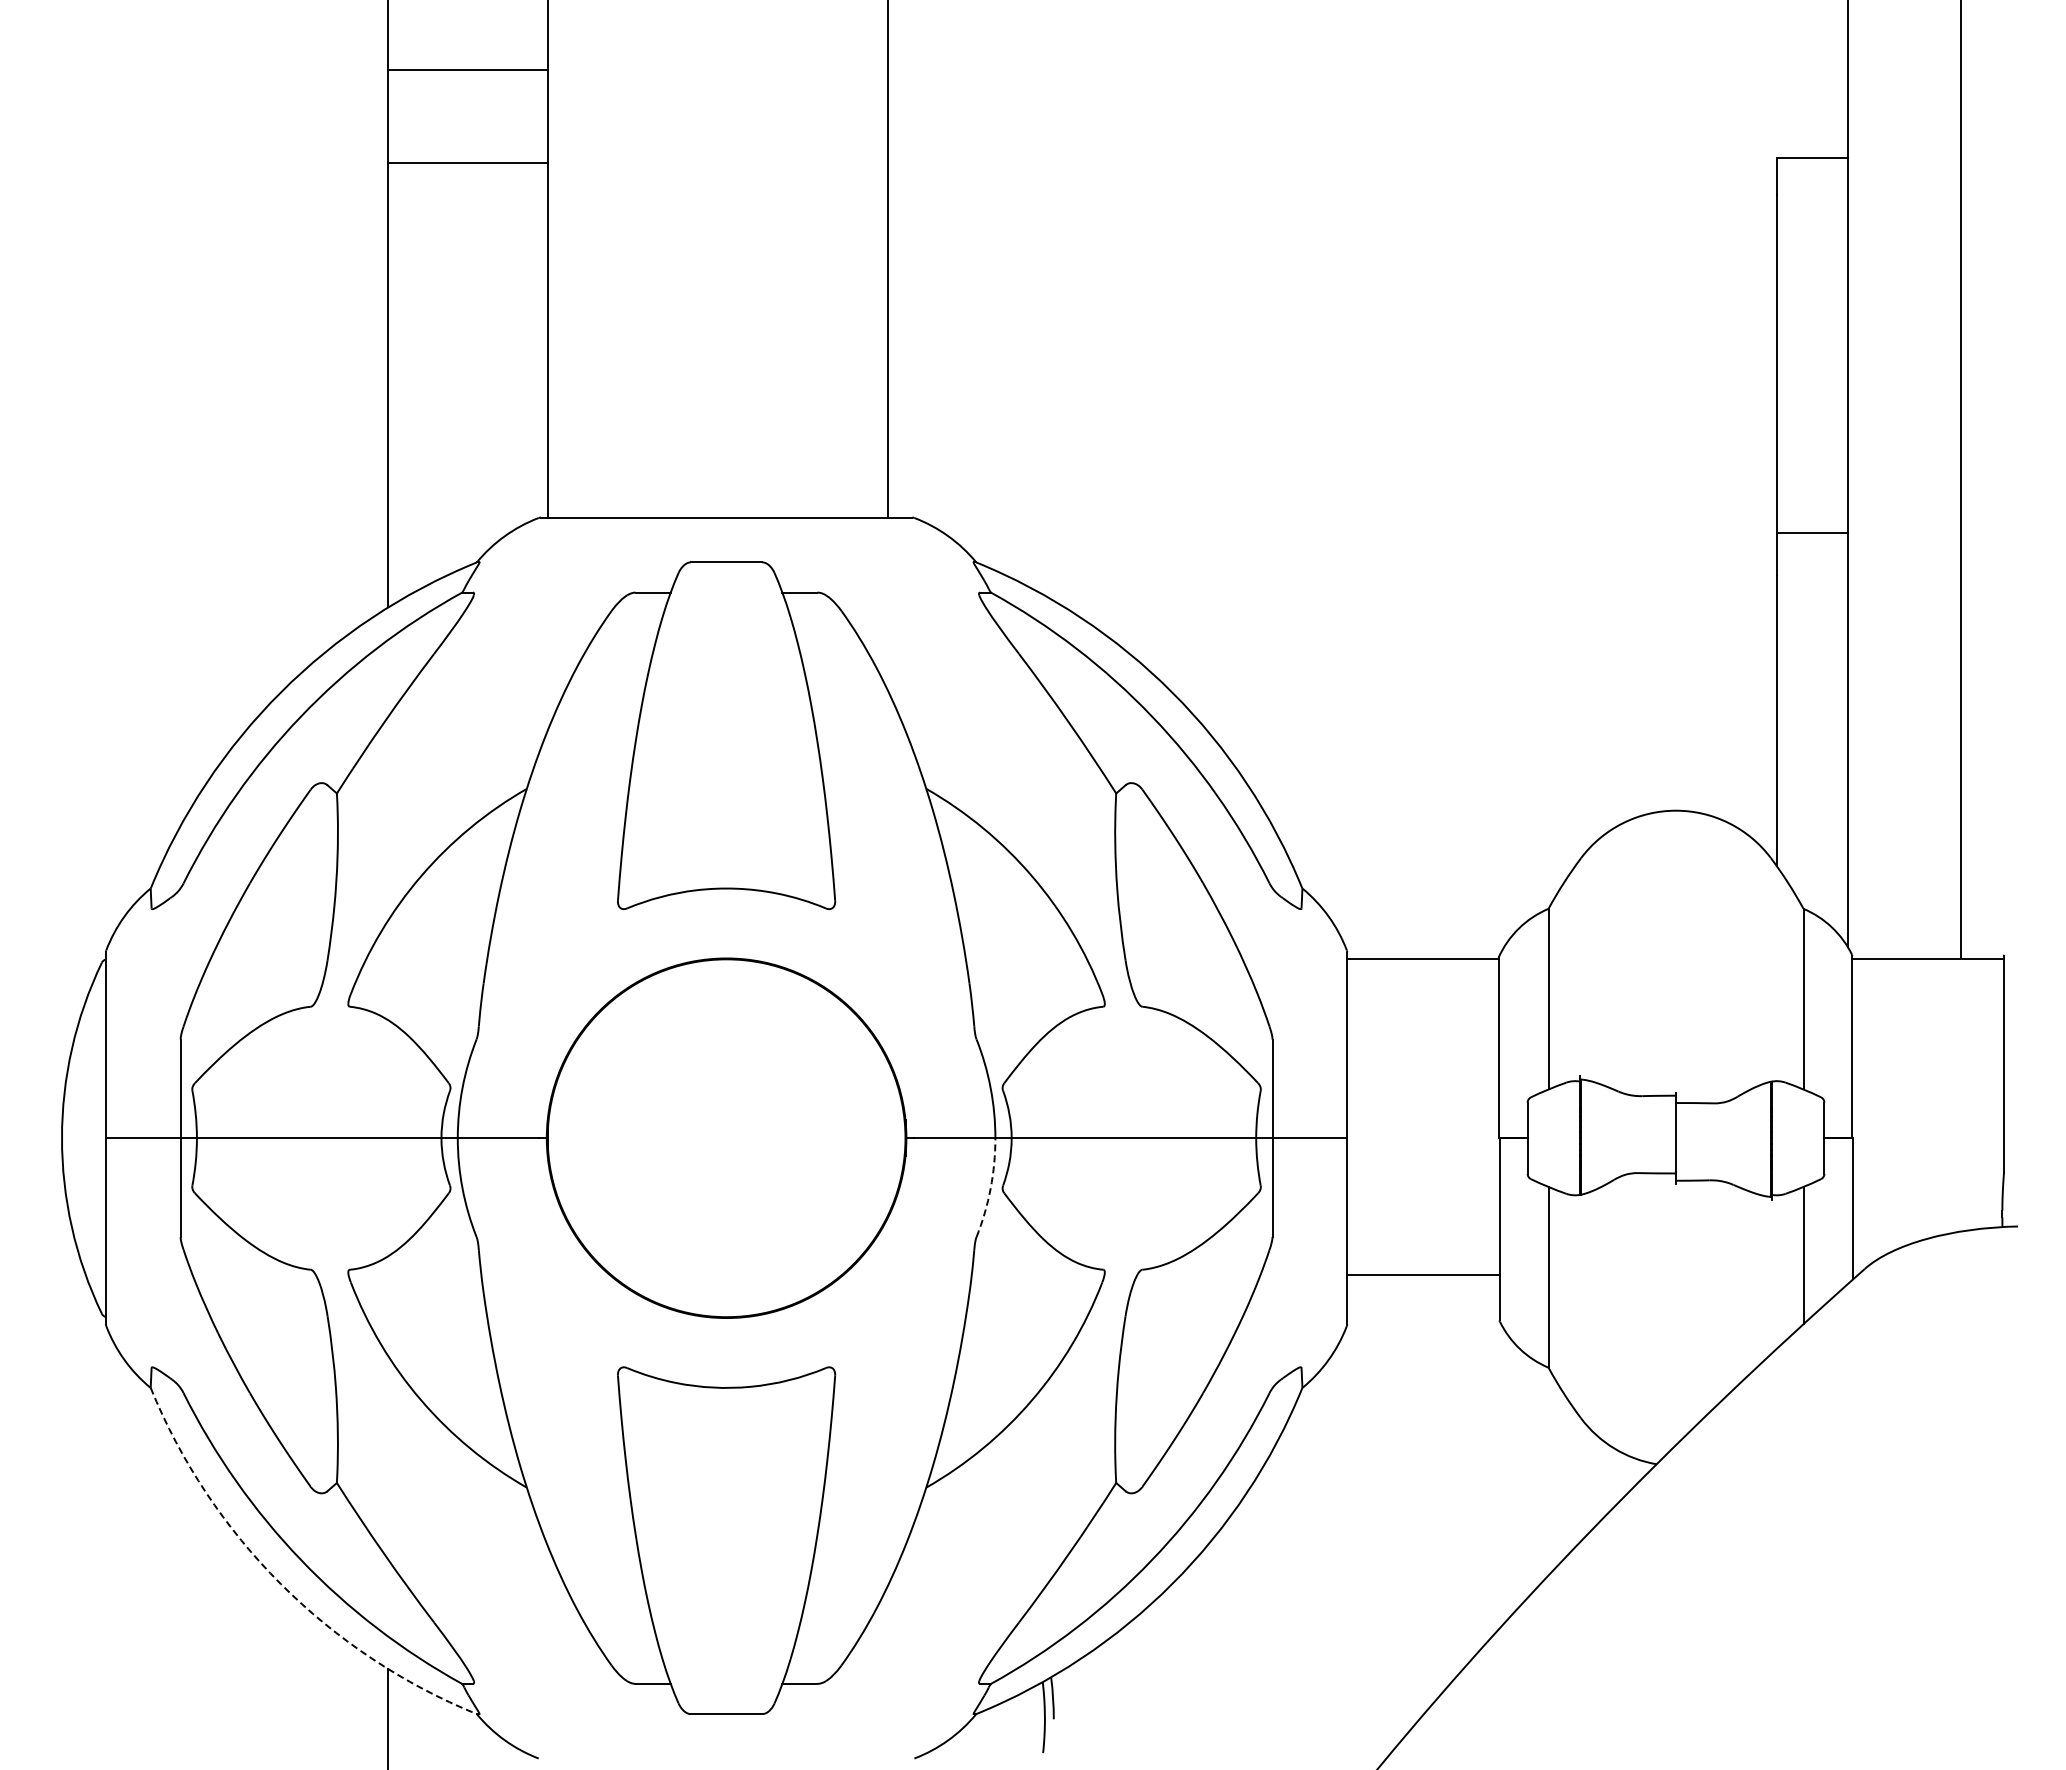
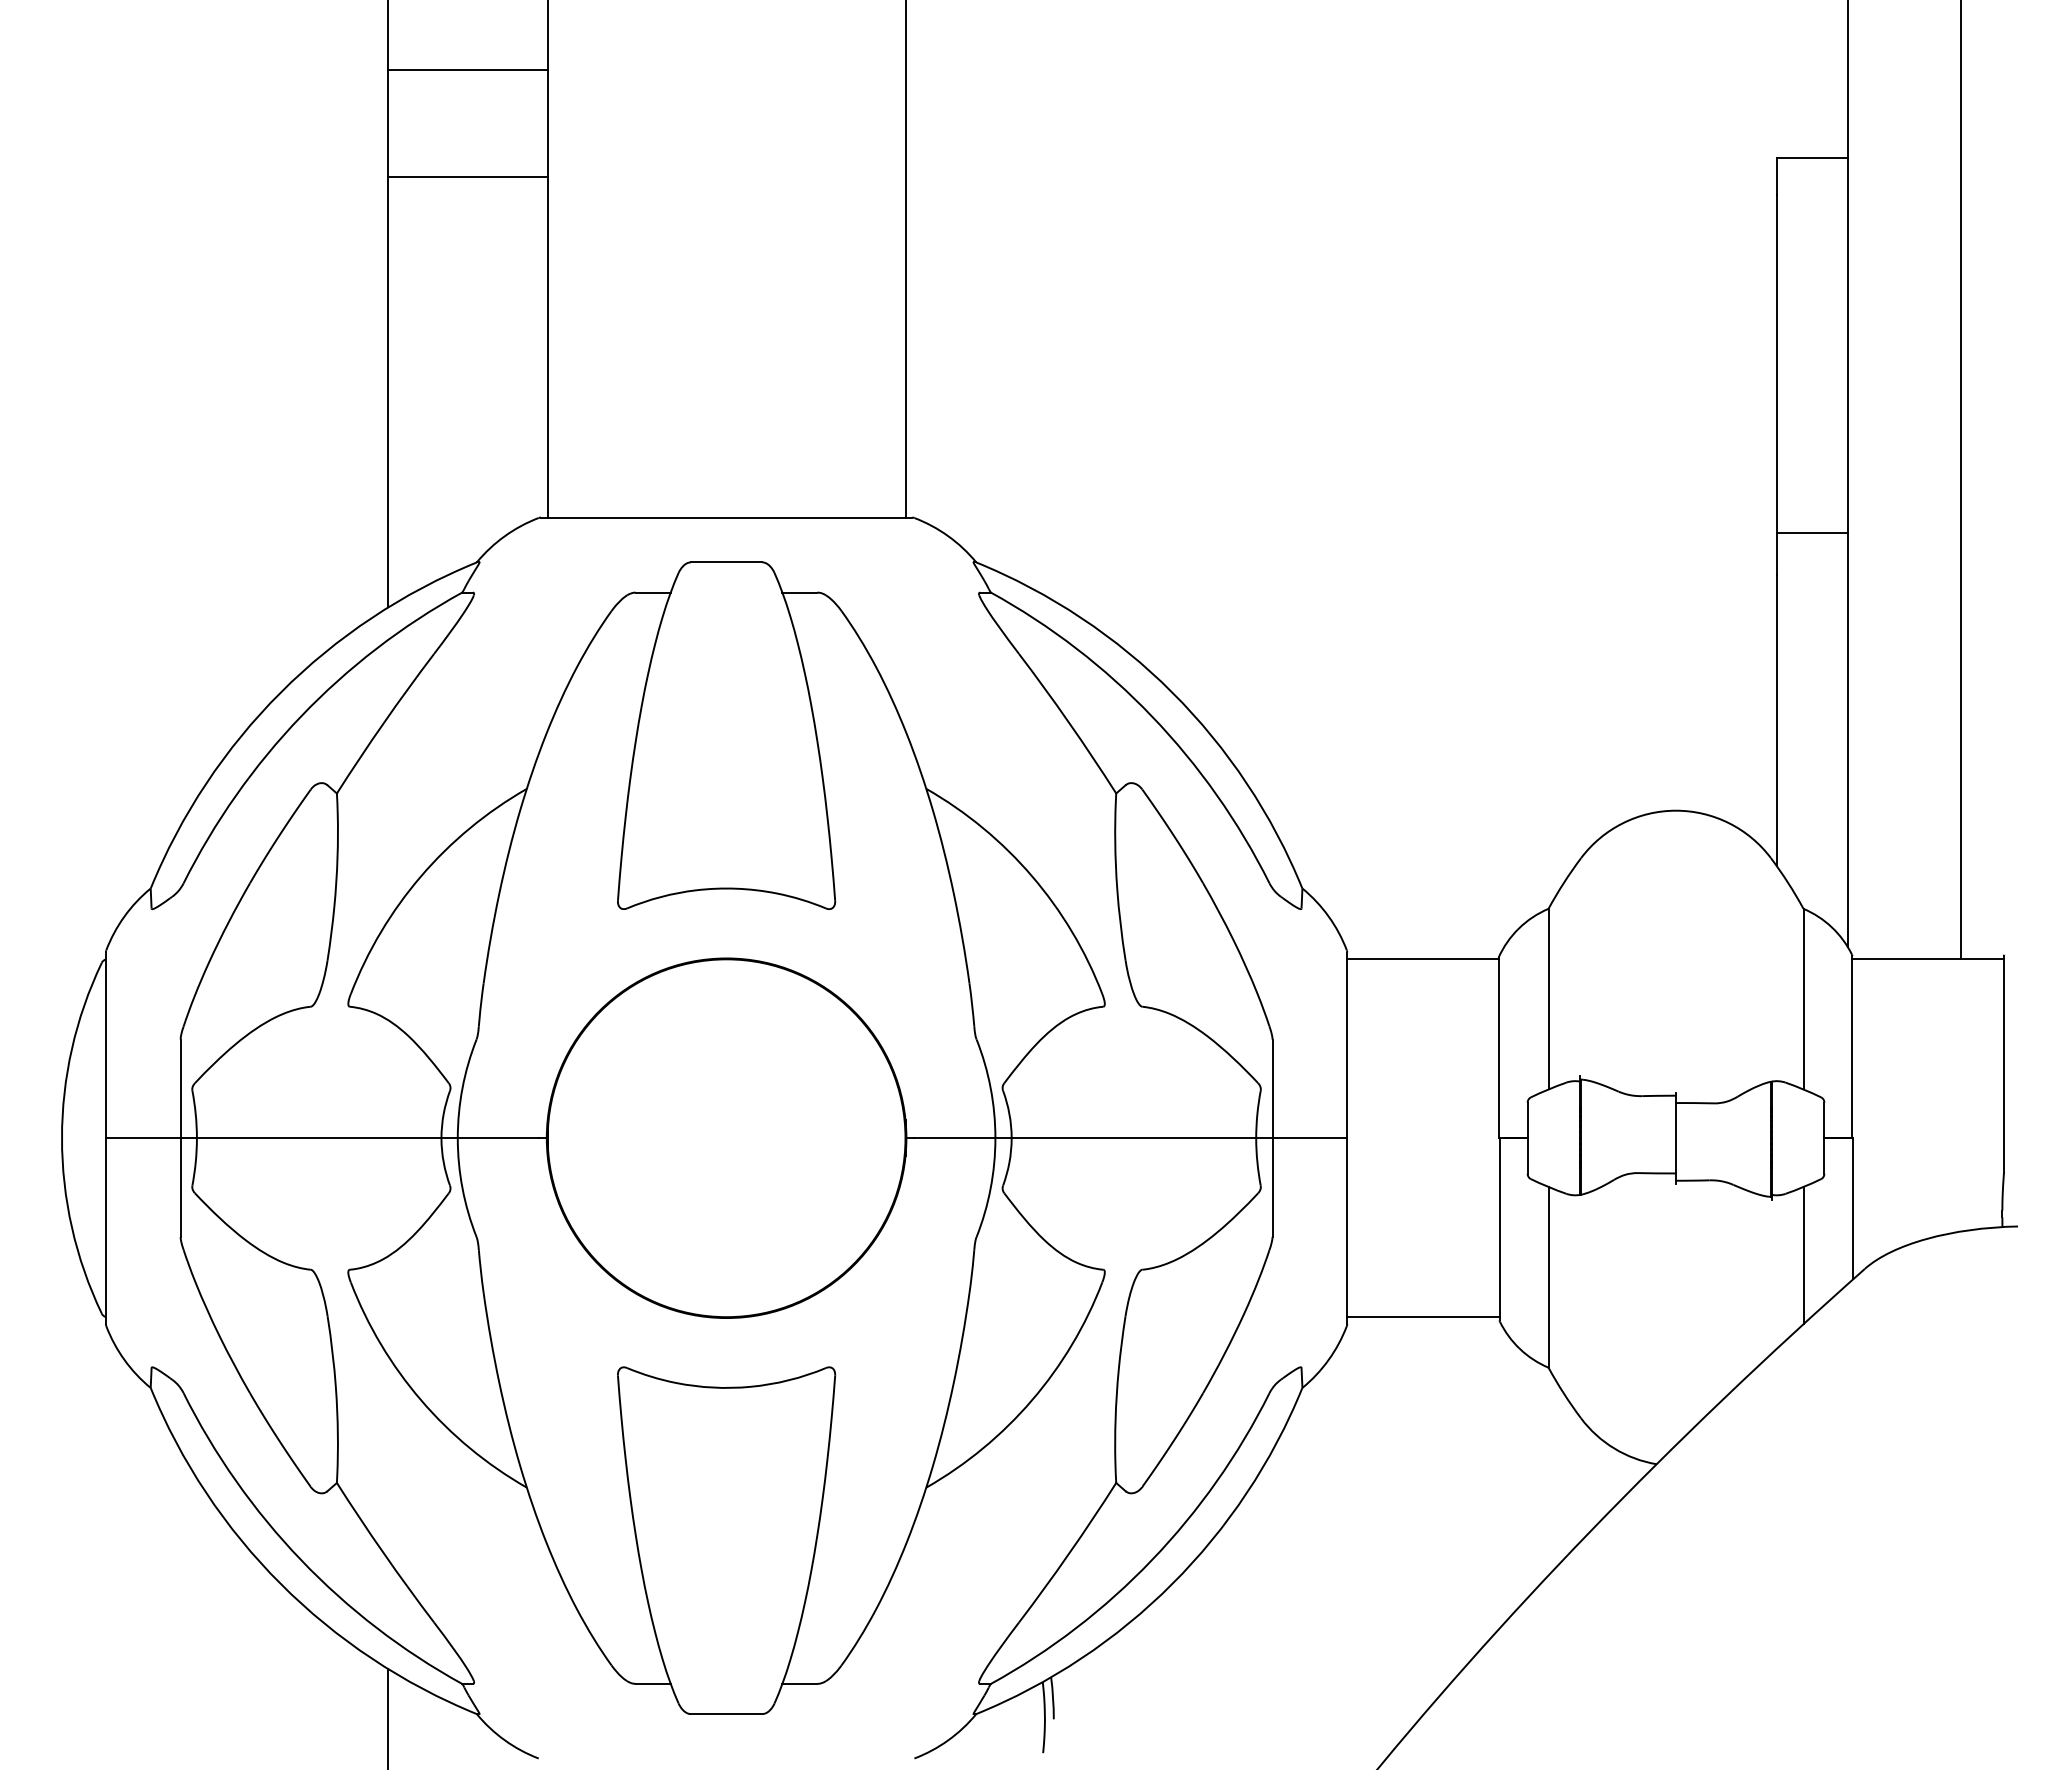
line at (467, 162) position: (467, 162) -> (467, 176)
line at (887, 259) position: (887, 259) -> (905, 259)
arc at (990, 1188): dashed -> solid
line at (1423, 1275) position: (1423, 1275) -> (1423, 1317)
arc at (280, 1584): dashed -> solid
